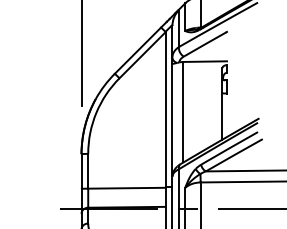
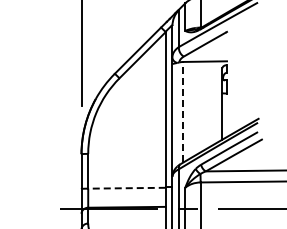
line at (183, 111): solid -> dashed
line at (126, 188): solid -> dashed
